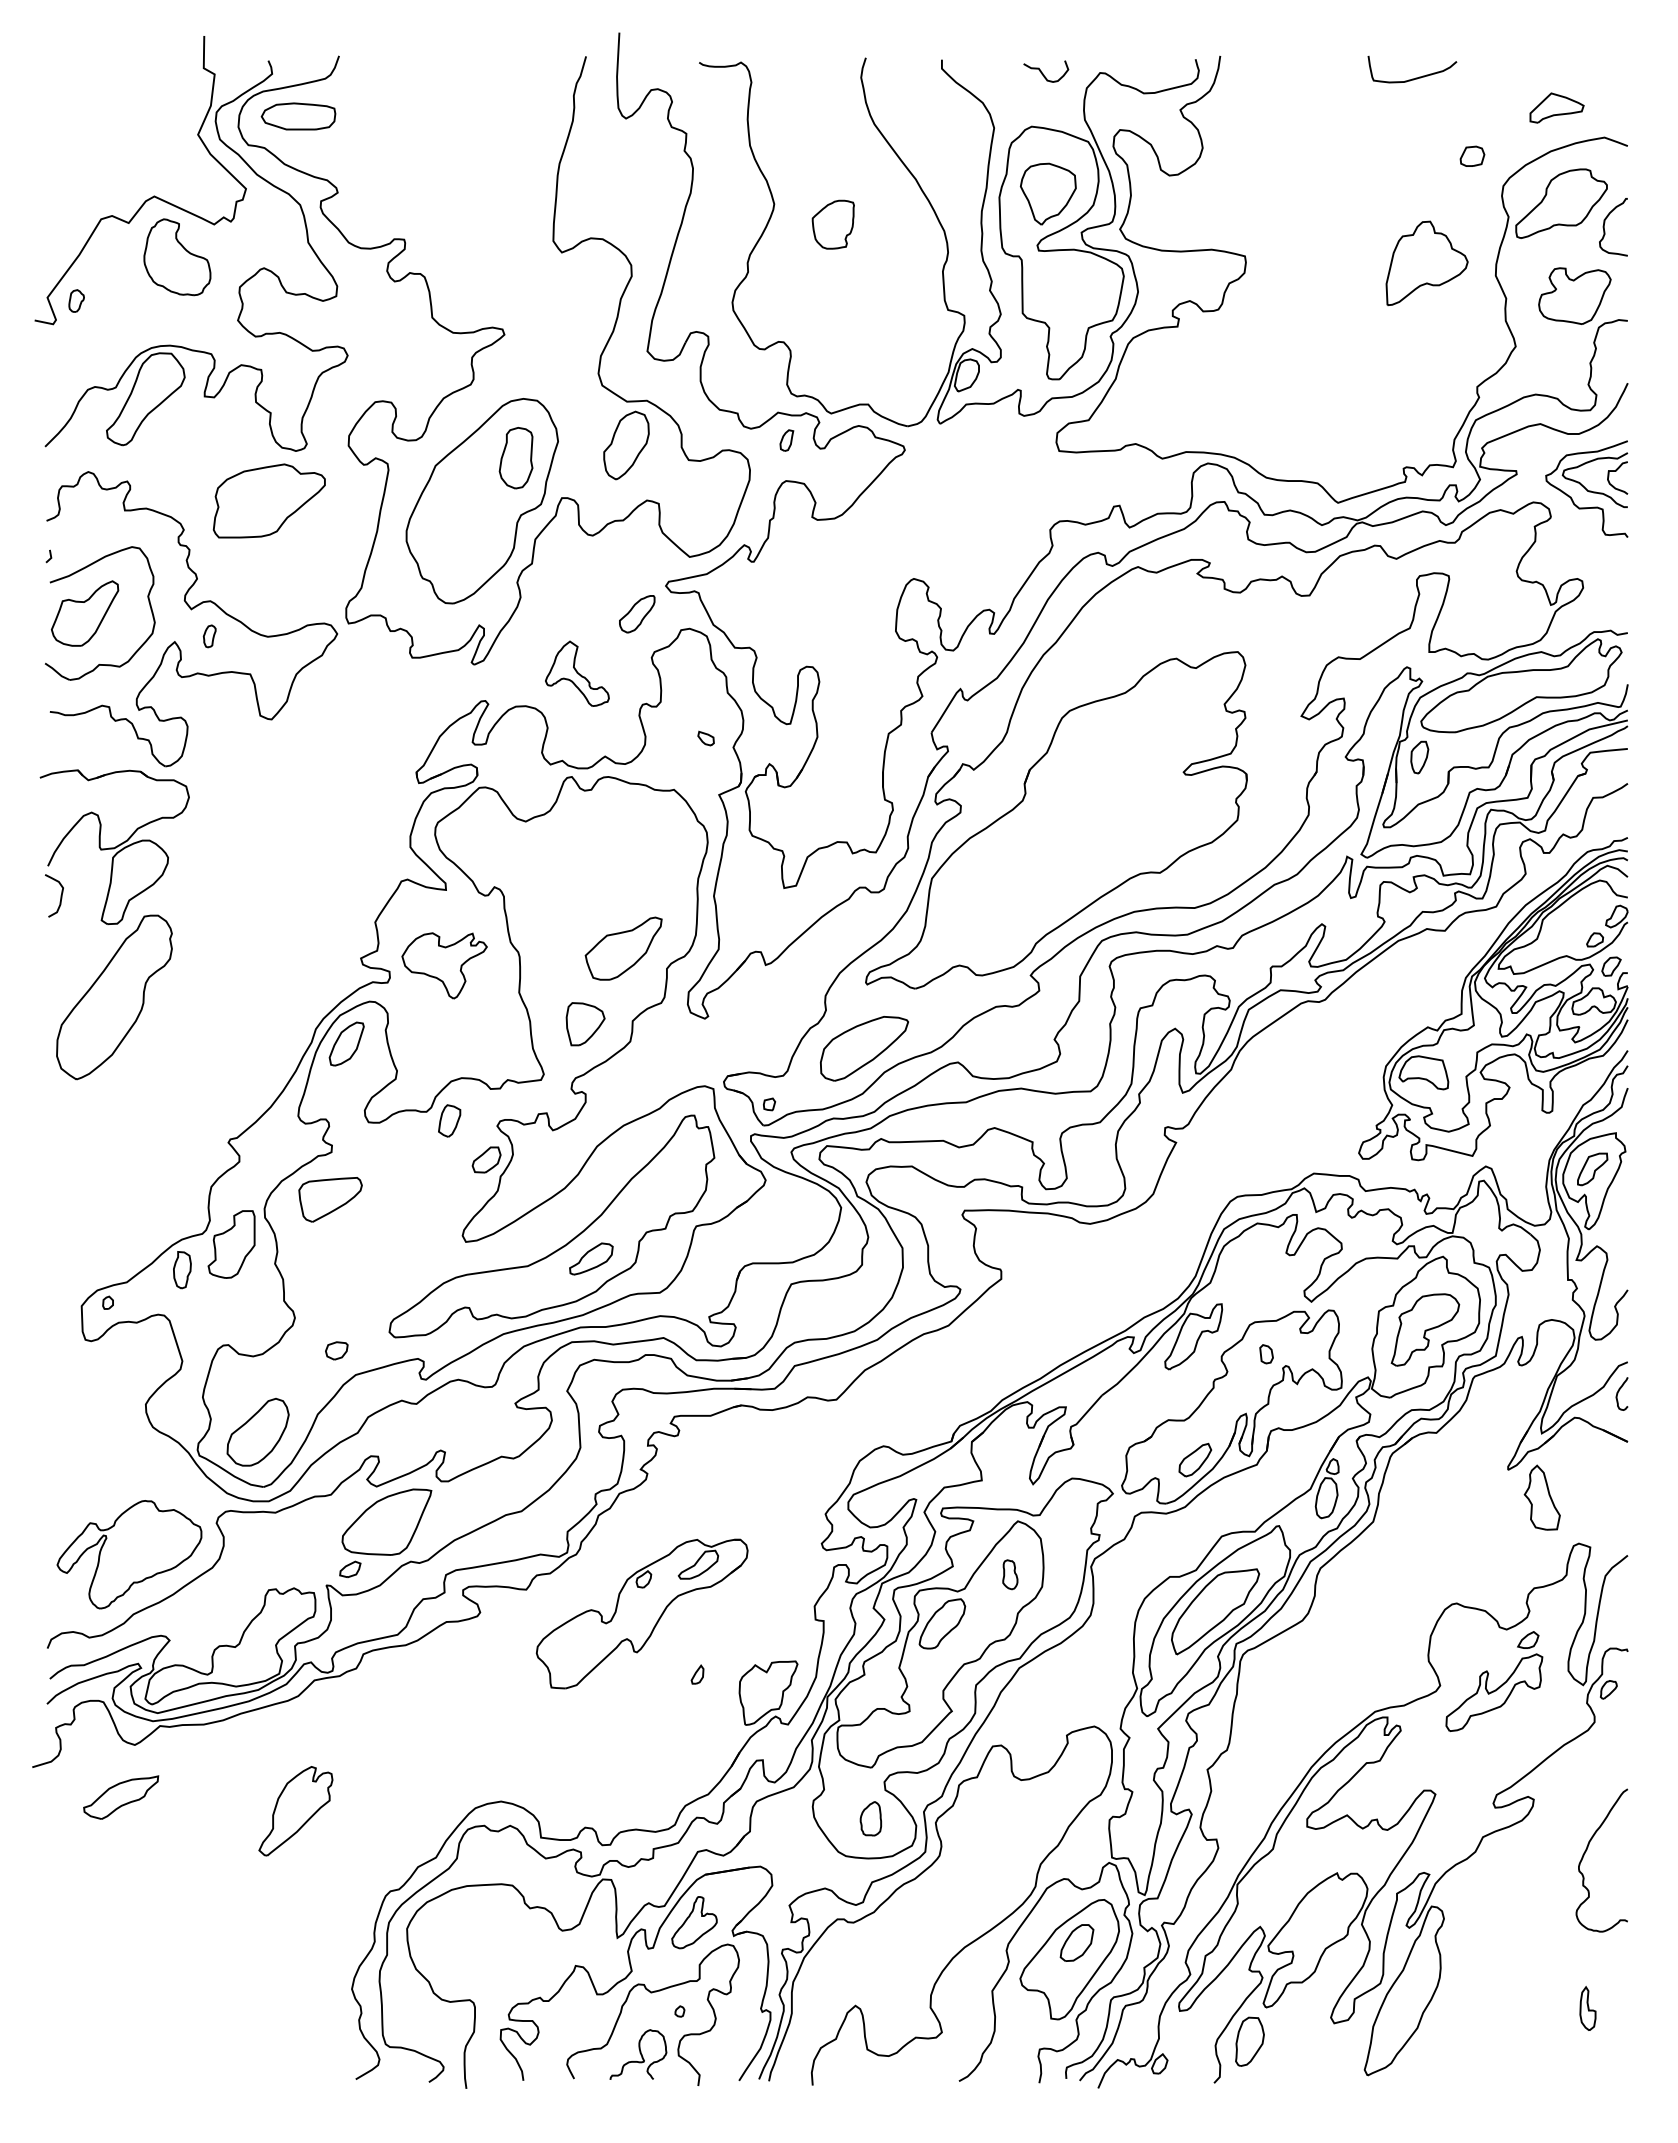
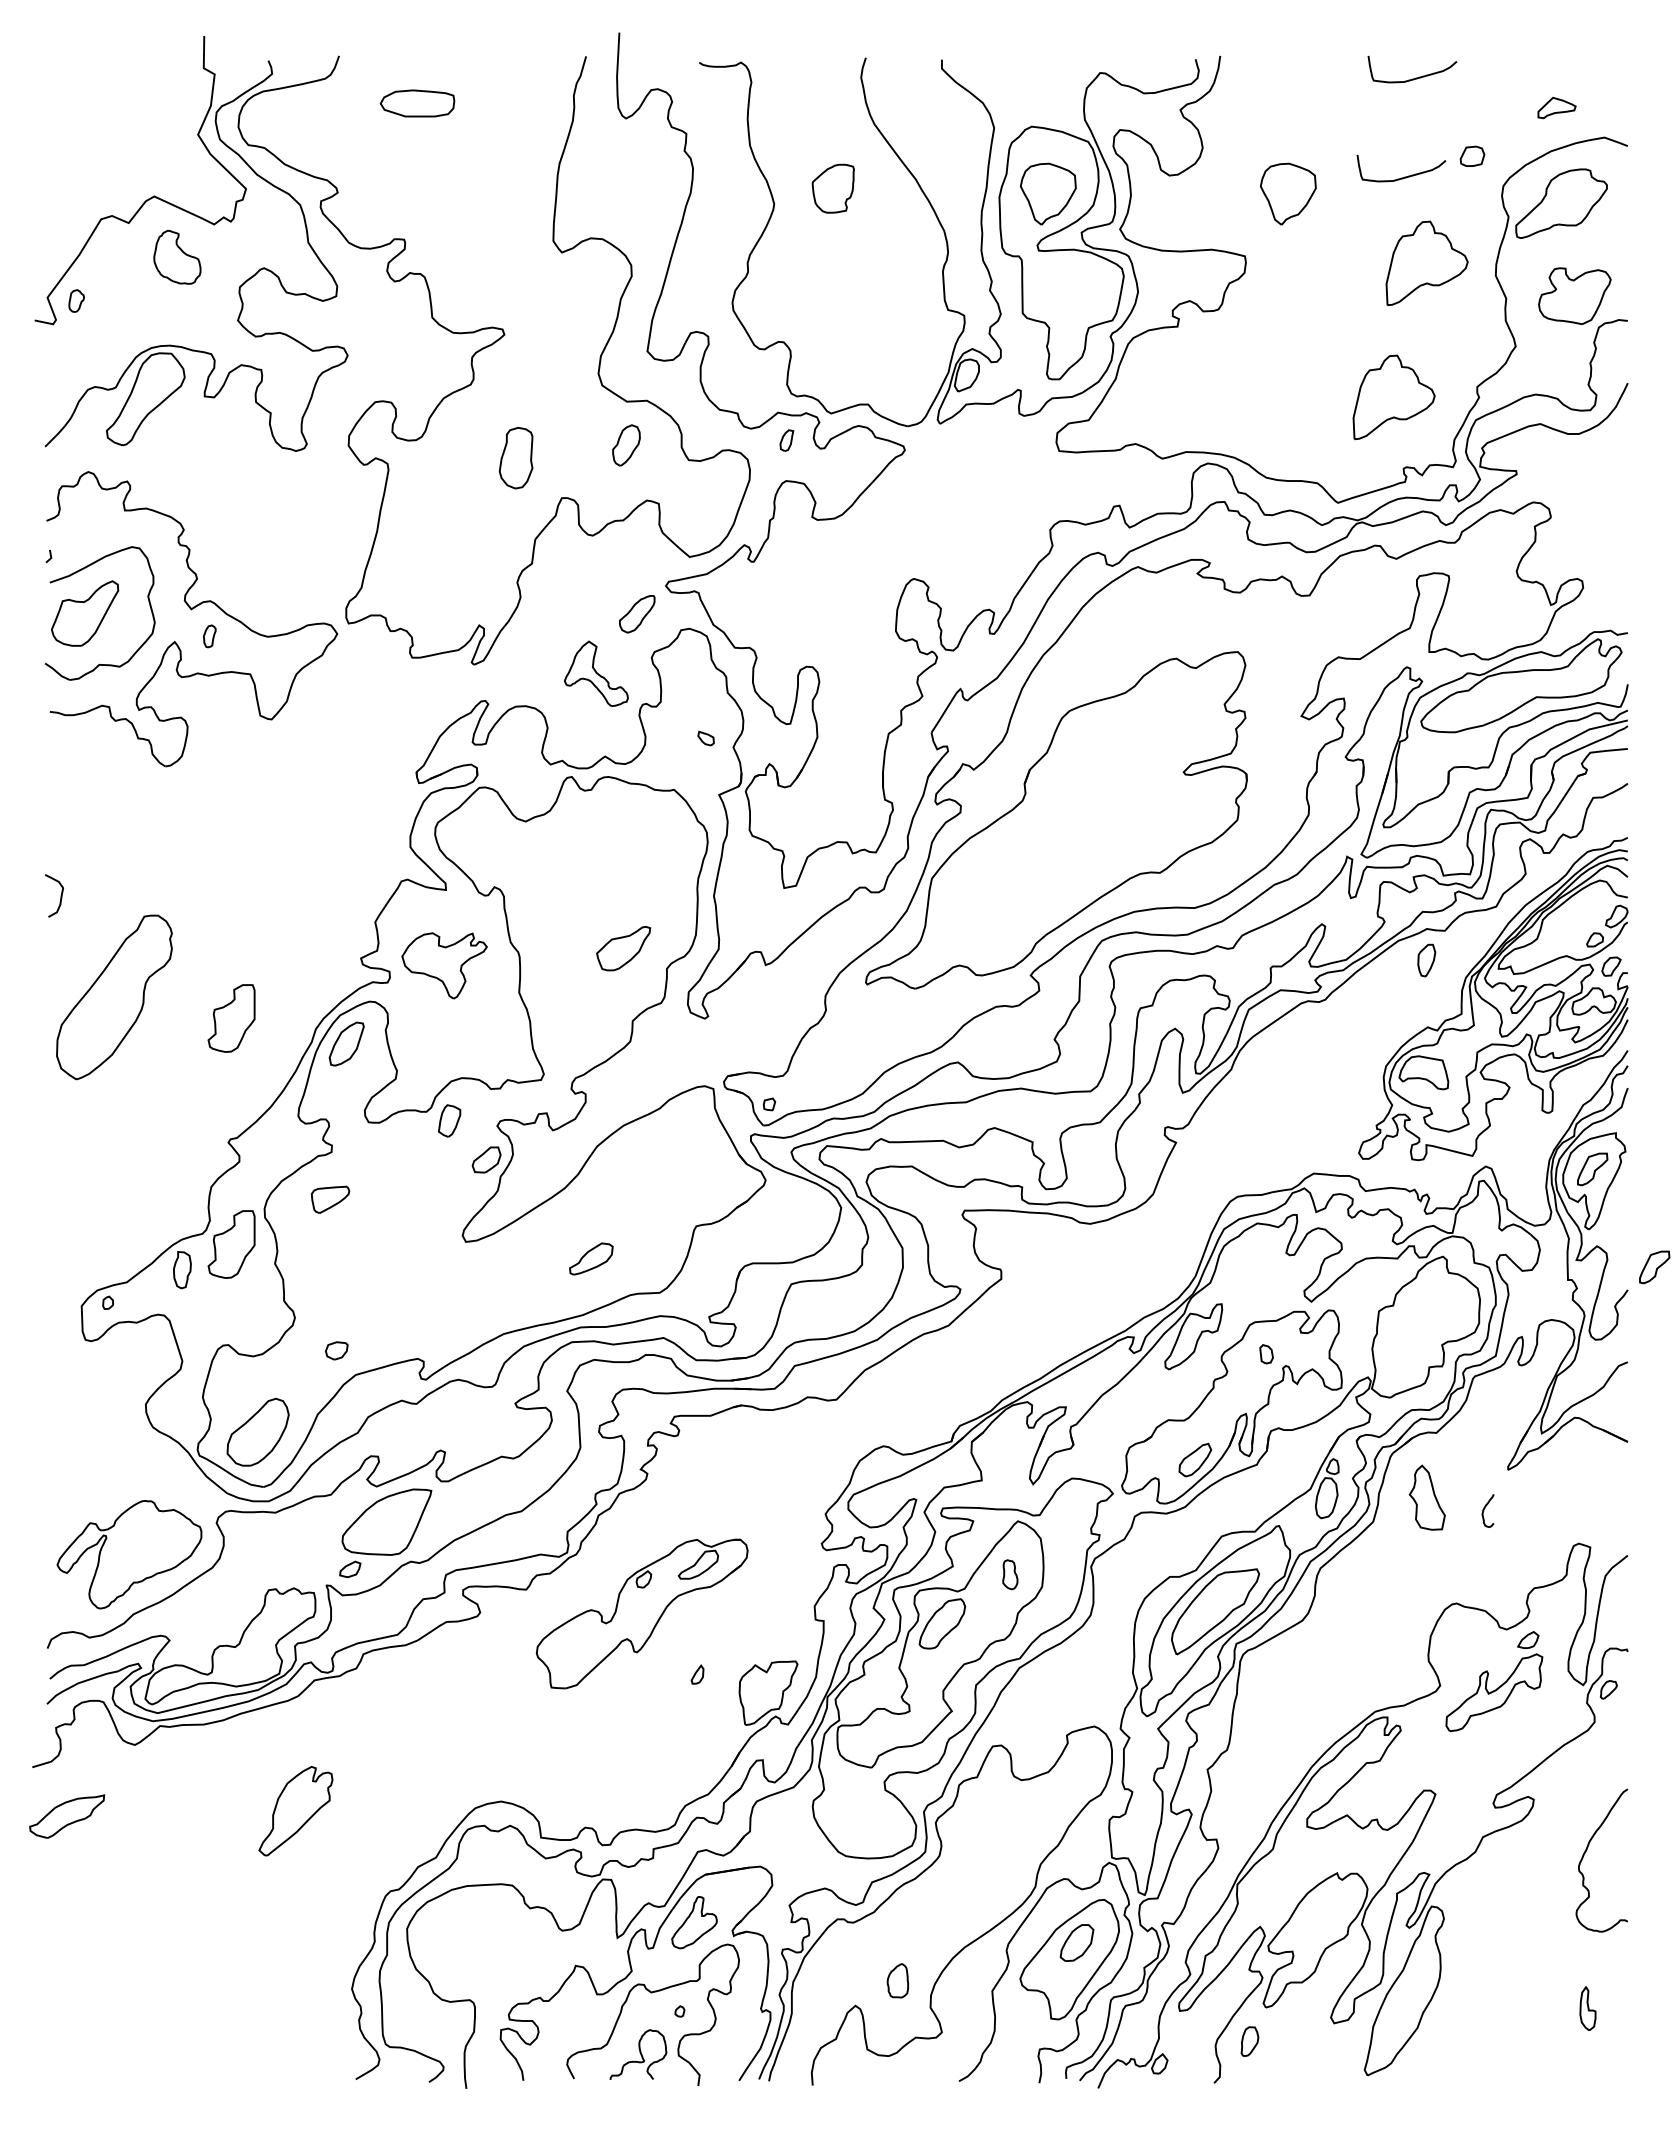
curve at (1043, 73): present -> none
part at (1556, 107) size: 56x32 px -> 40x23 px
part at (298, 116) position: (298, 116) -> (417, 103)
curve at (1404, 176): none -> present
part at (1287, 193): none -> present
part at (832, 224) position: (832, 224) -> (832, 188)
curve at (1605, 231): present -> none
part at (177, 257) size: 69x79 px -> 49x56 px
part at (1393, 397): none -> present
part at (626, 445) size: 47x71 px -> 29x43 px
part at (1586, 488): present -> none
part at (268, 500): present -> none
part at (481, 501): present -> none
part at (577, 673) position: (577, 673) -> (596, 673)
part at (1419, 757) position: (1419, 757) -> (1426, 960)
part at (114, 846): present -> none
part at (623, 948) size: 79x65 px -> 56x46 px
part at (231, 1018): none -> present
part at (585, 1024): present -> none
part at (864, 1048): present -> none
part at (330, 1199) size: 65x46 px -> 41x29 px
part at (561, 1246): present -> none
part at (1654, 1267): none -> present
part at (1425, 1329): present -> none
curve at (1619, 1391) position: (1619, 1391) -> (1485, 1508)
part at (1541, 1497) position: (1541, 1497) -> (1426, 1497)
part at (121, 1797) position: (121, 1797) -> (67, 1816)
part at (870, 1818) position: (870, 1818) -> (897, 1980)
part at (1249, 2041) size: 30x51 px -> 20x31 px
